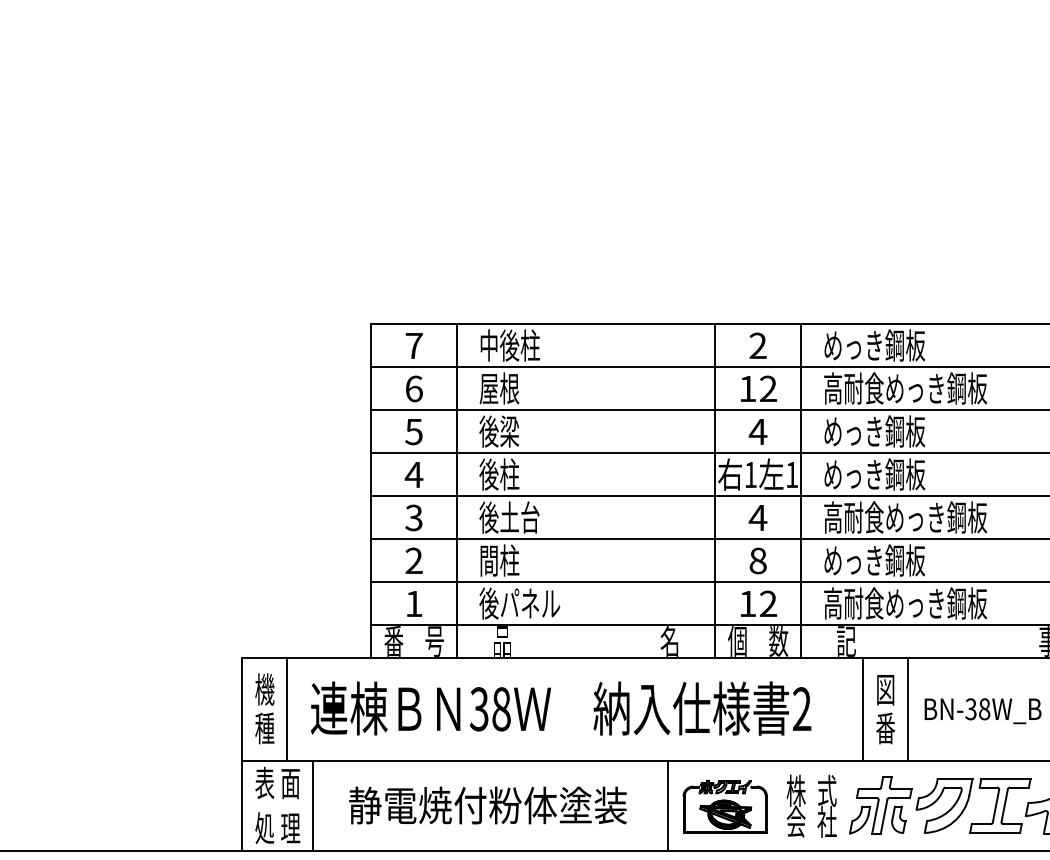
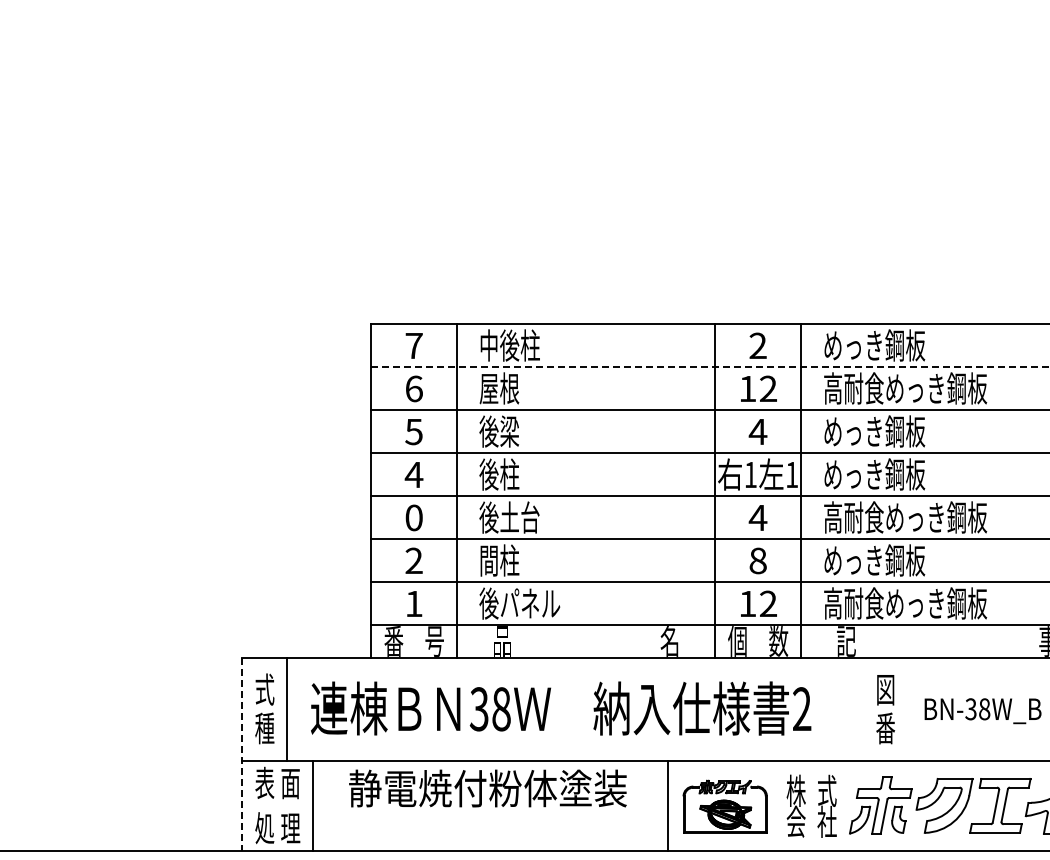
line at (711, 367): solid -> dashed
text at (413, 517): 3 -> 0
text at (264, 689): 機 -> 式
line at (863, 708): present -> none
line at (908, 708): present -> none
line at (242, 754): solid -> dashed
text at (487, 805) position: (487, 805) -> (487, 788)
